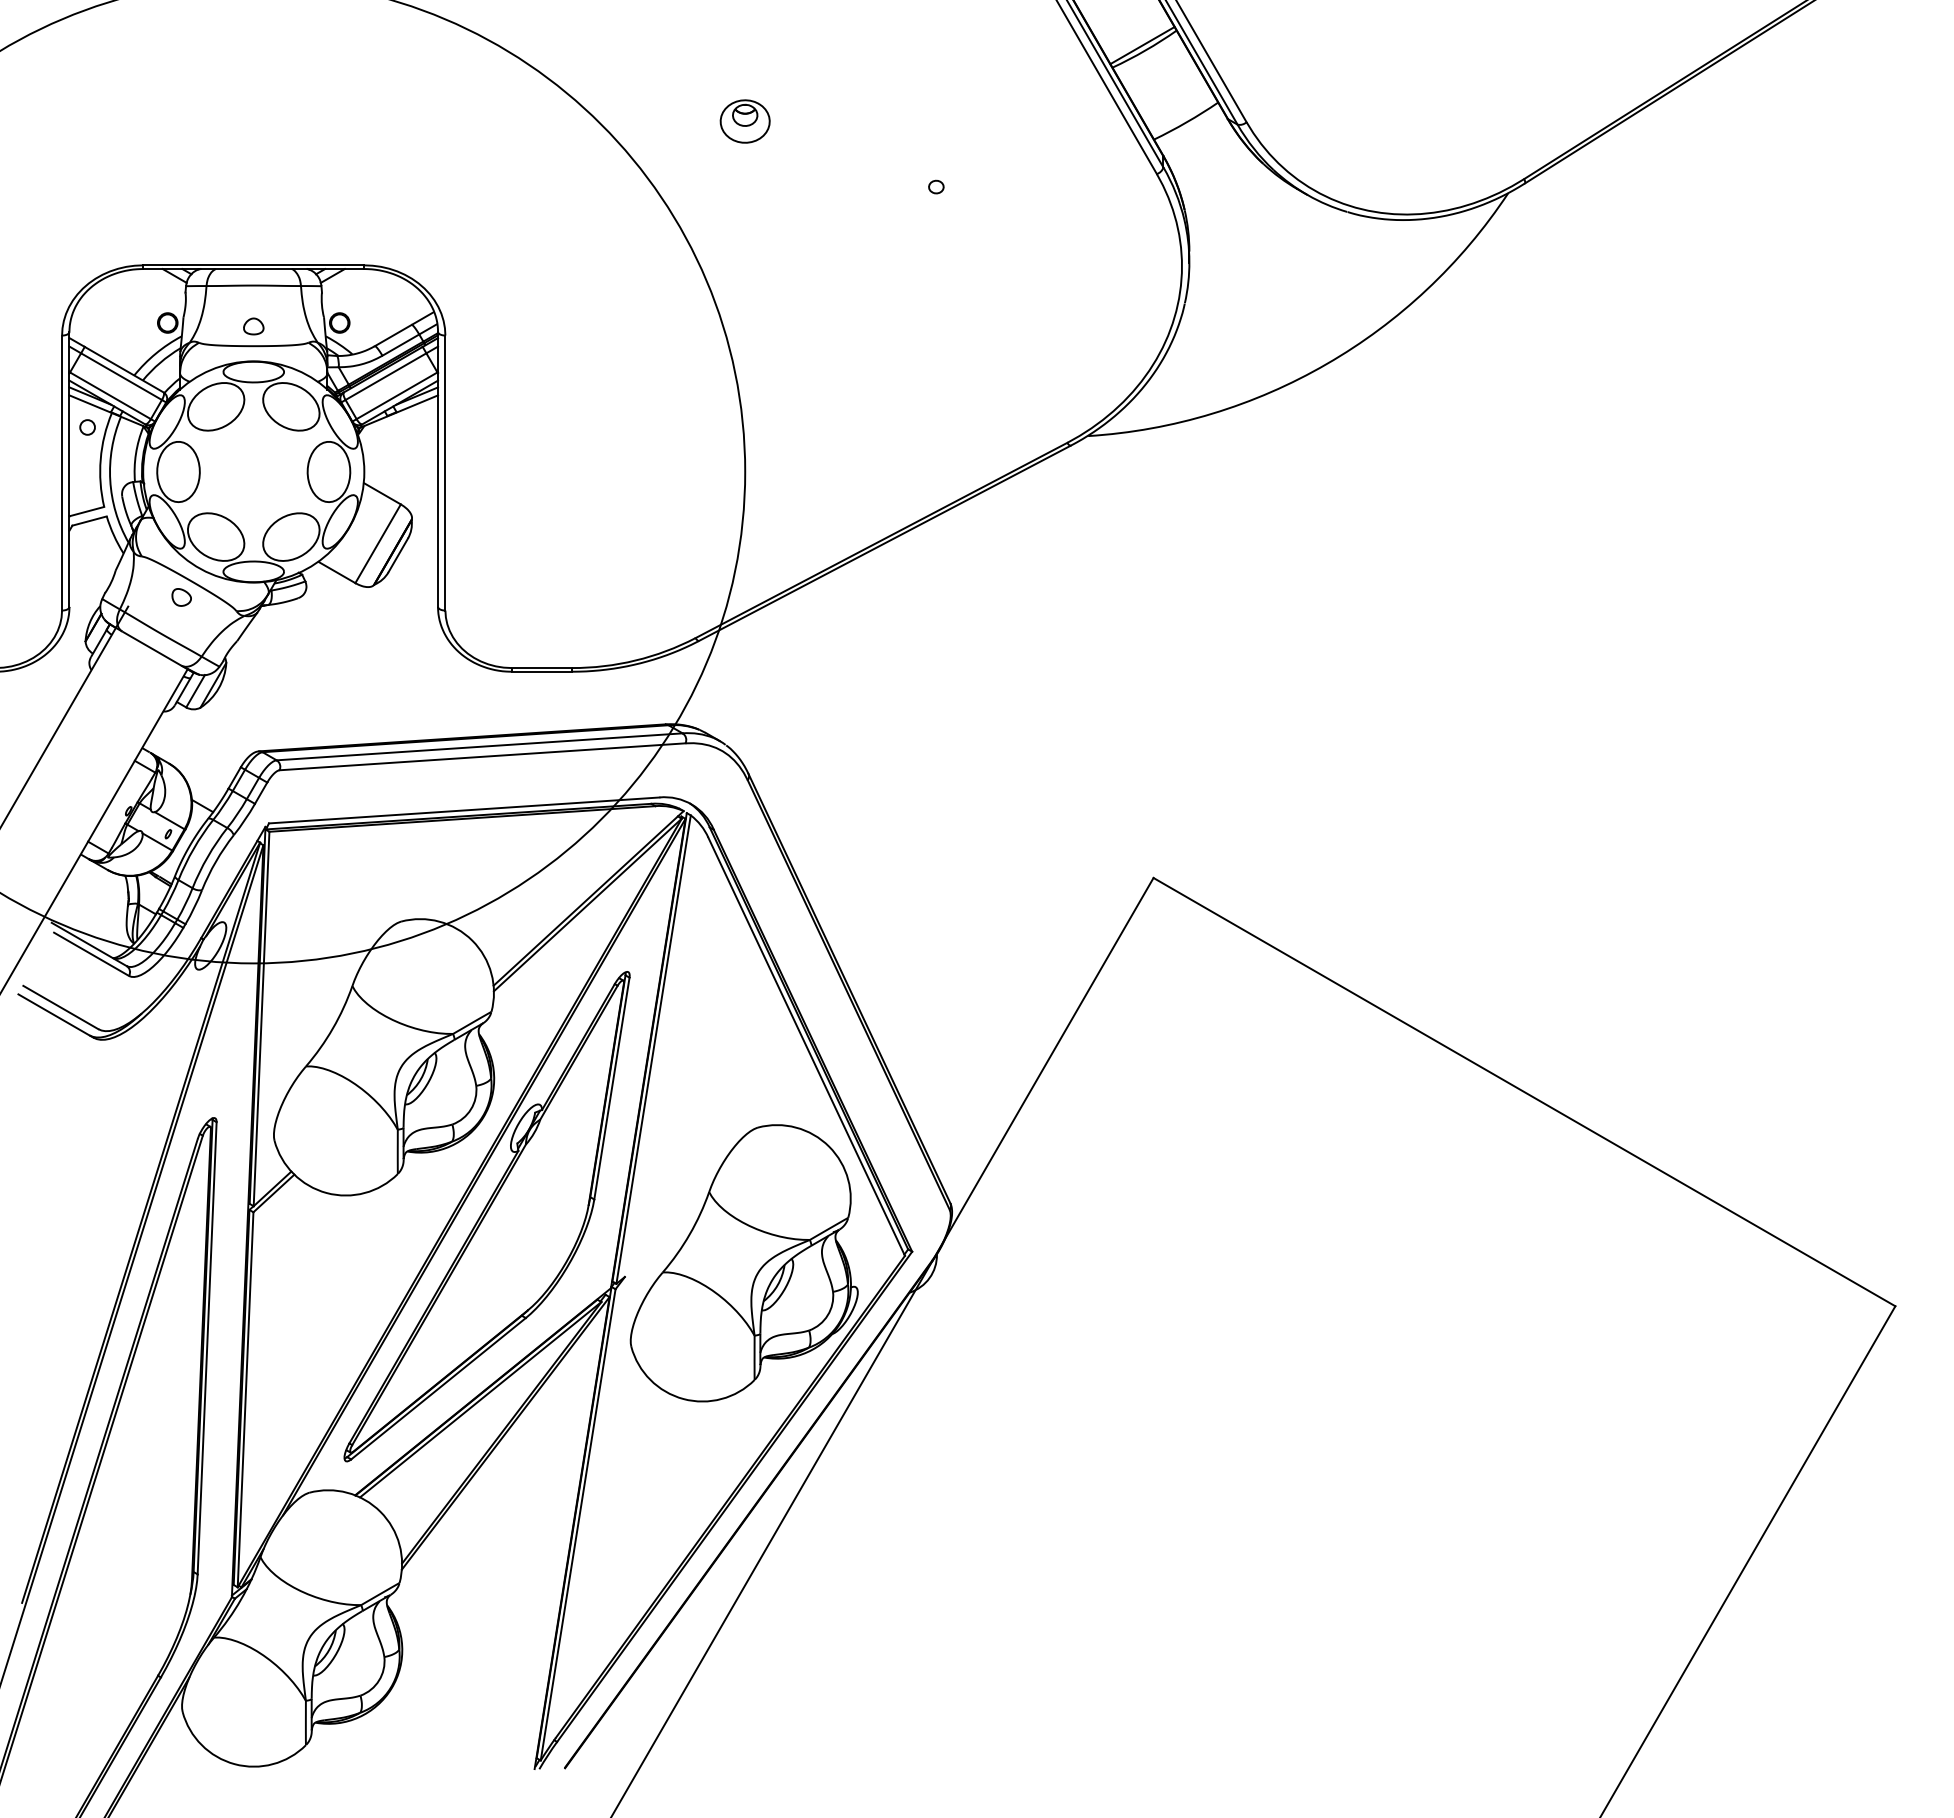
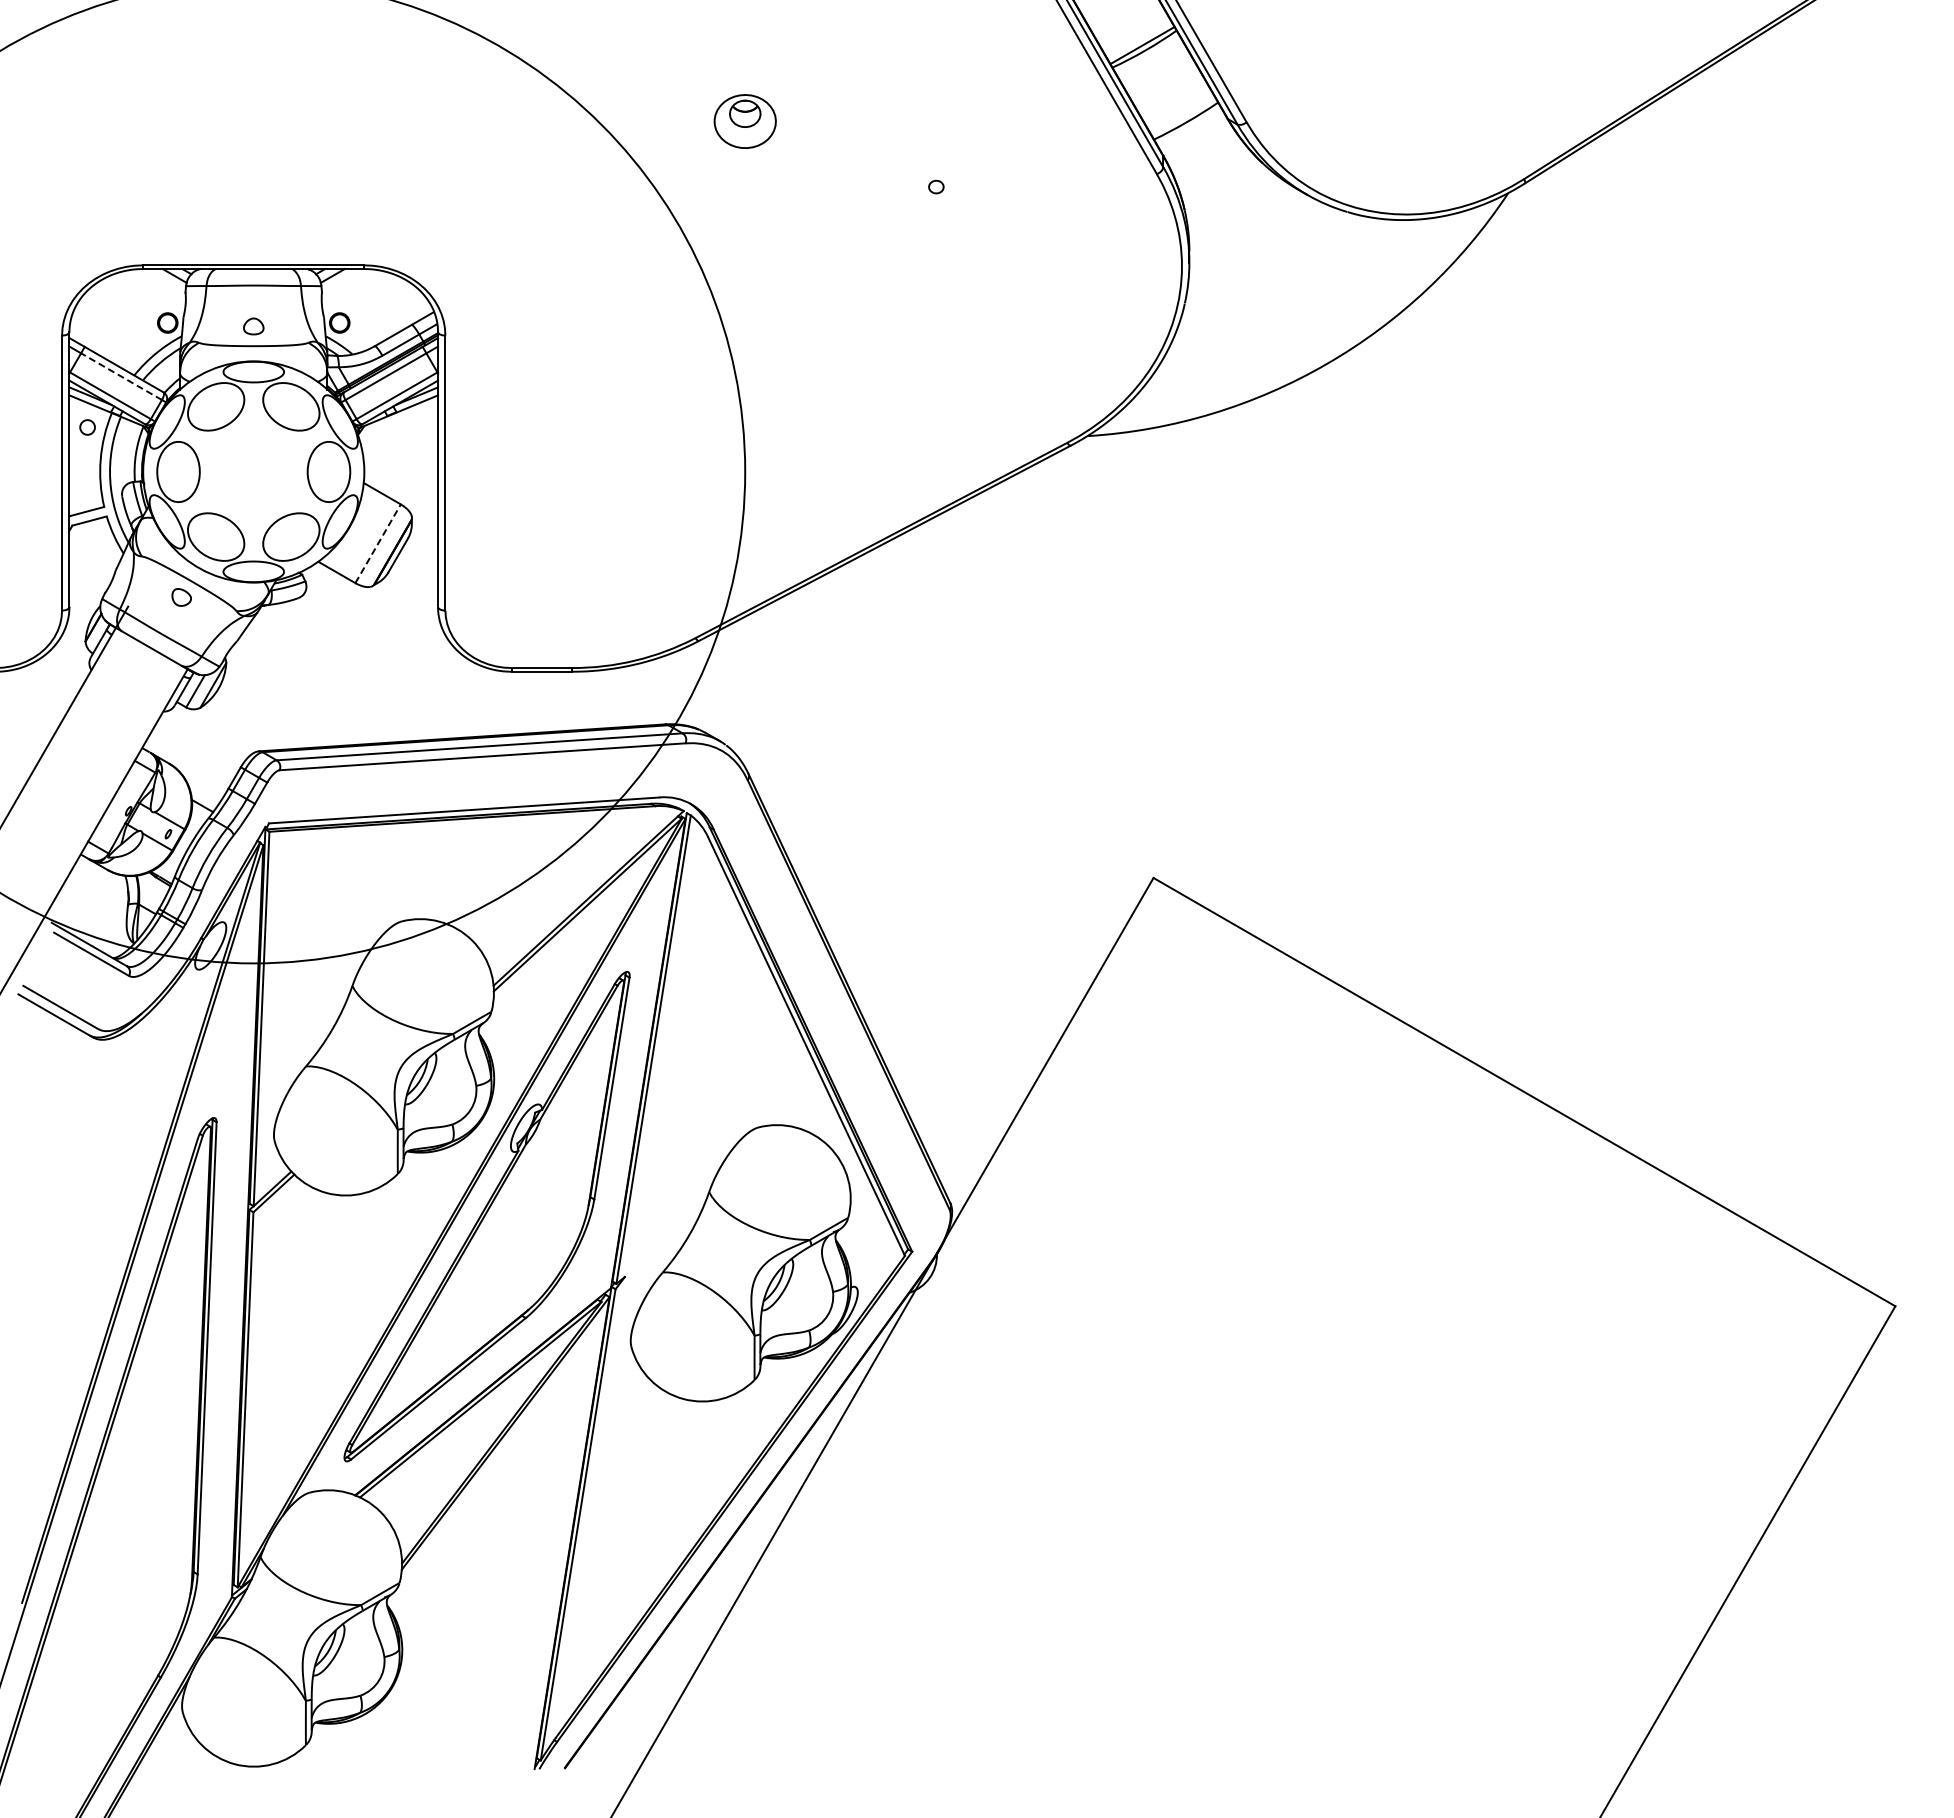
part at (744, 121) size: 52x45 px -> 64x55 px
line at (121, 376): solid -> dashed
line at (378, 543): solid -> dashed
